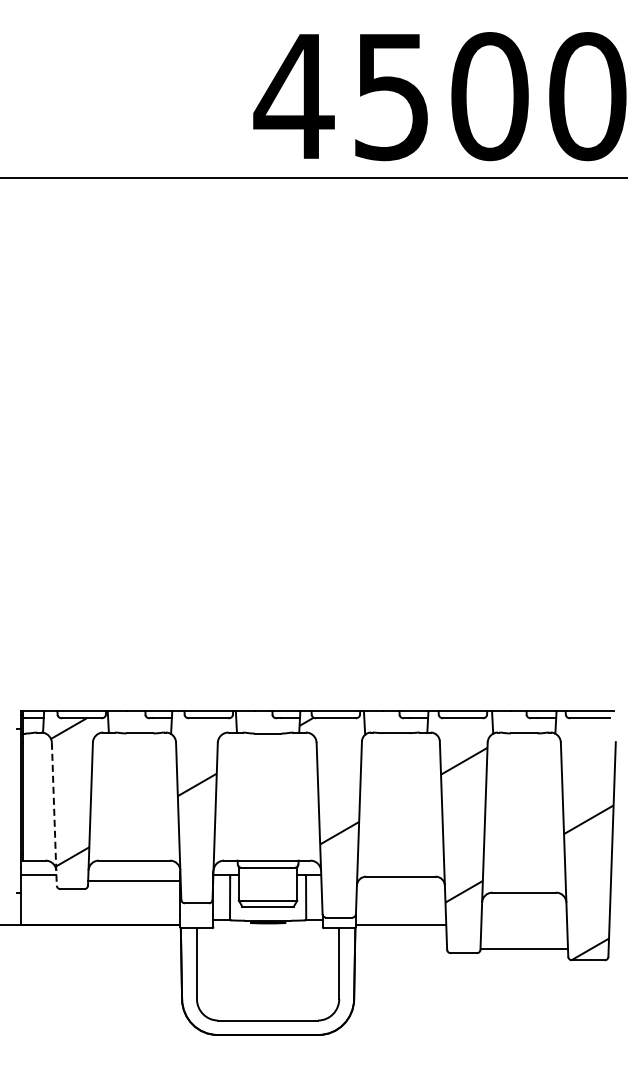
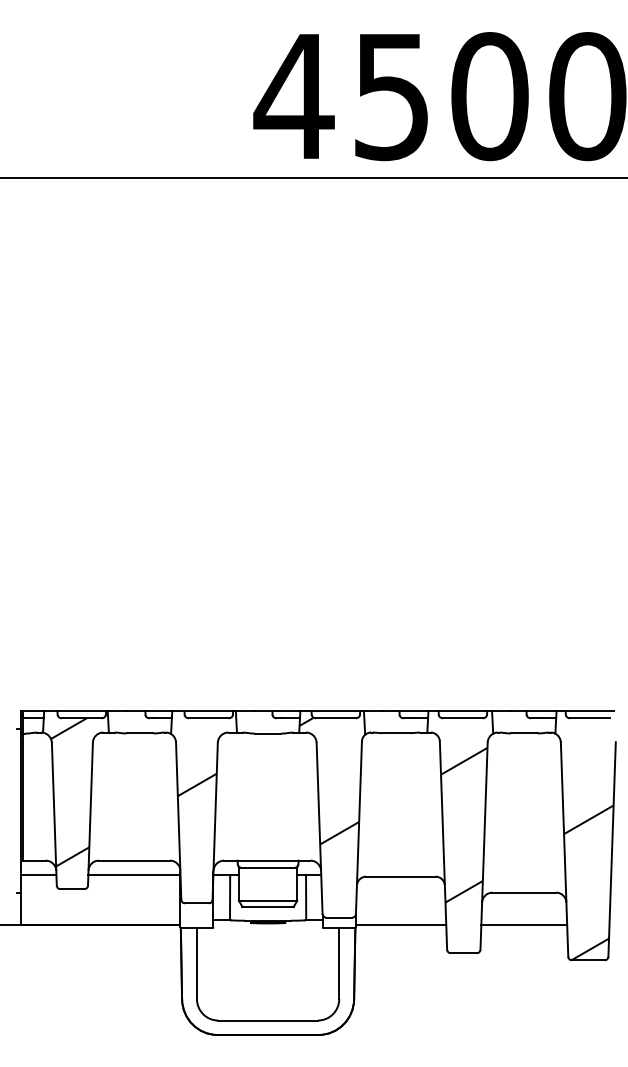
line at (54, 814): dashed -> solid
line at (134, 880) position: (134, 880) -> (134, 874)
line at (524, 948) position: (524, 948) -> (524, 924)
